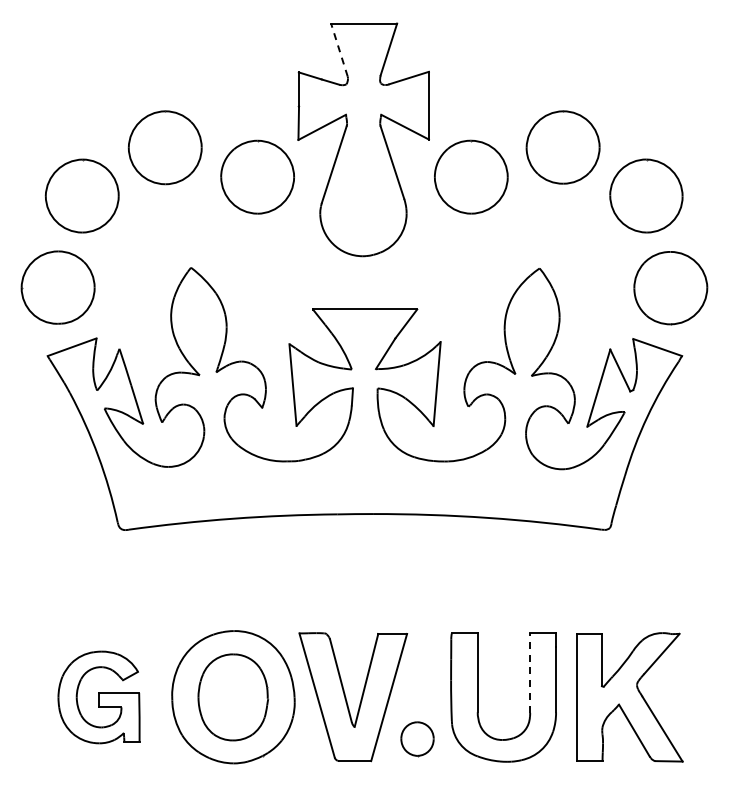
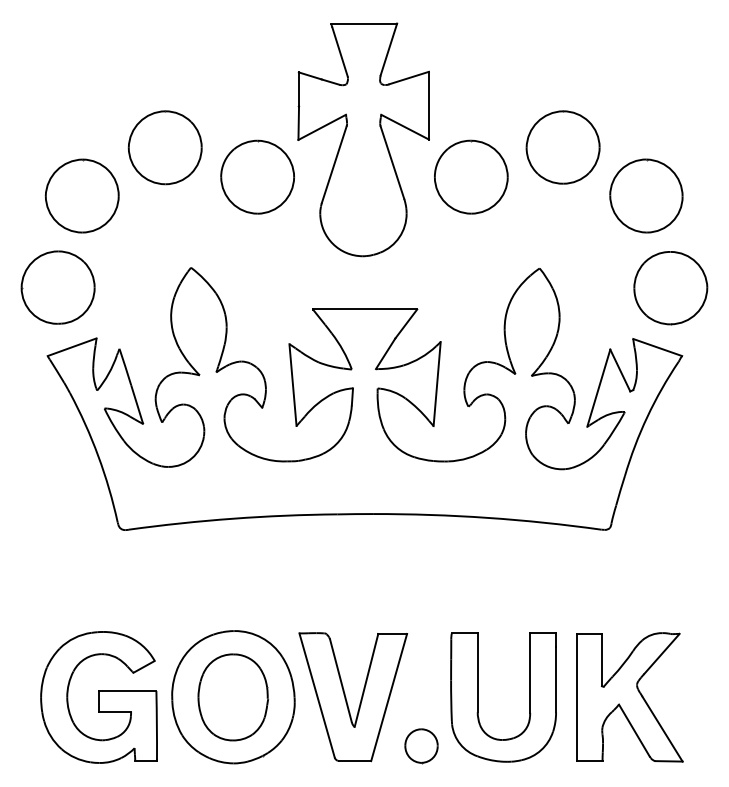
line at (340, 52): dashed -> solid
line at (530, 673): dashed -> solid
part at (98, 697) size: 84x95 px -> 118x133 px
part at (417, 739) position: (417, 739) -> (421, 746)
